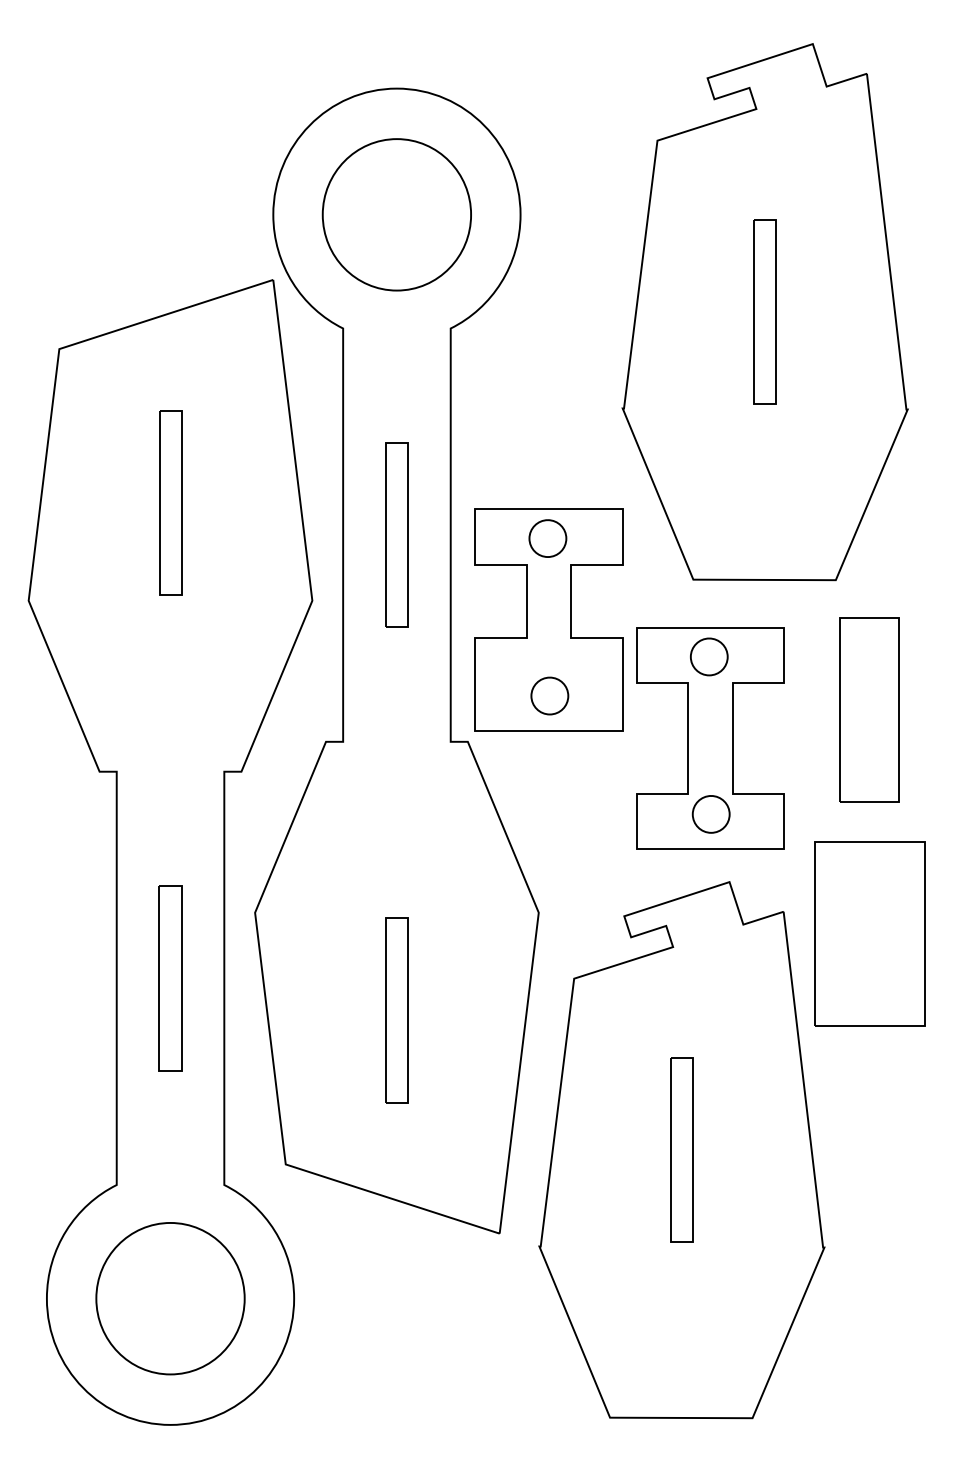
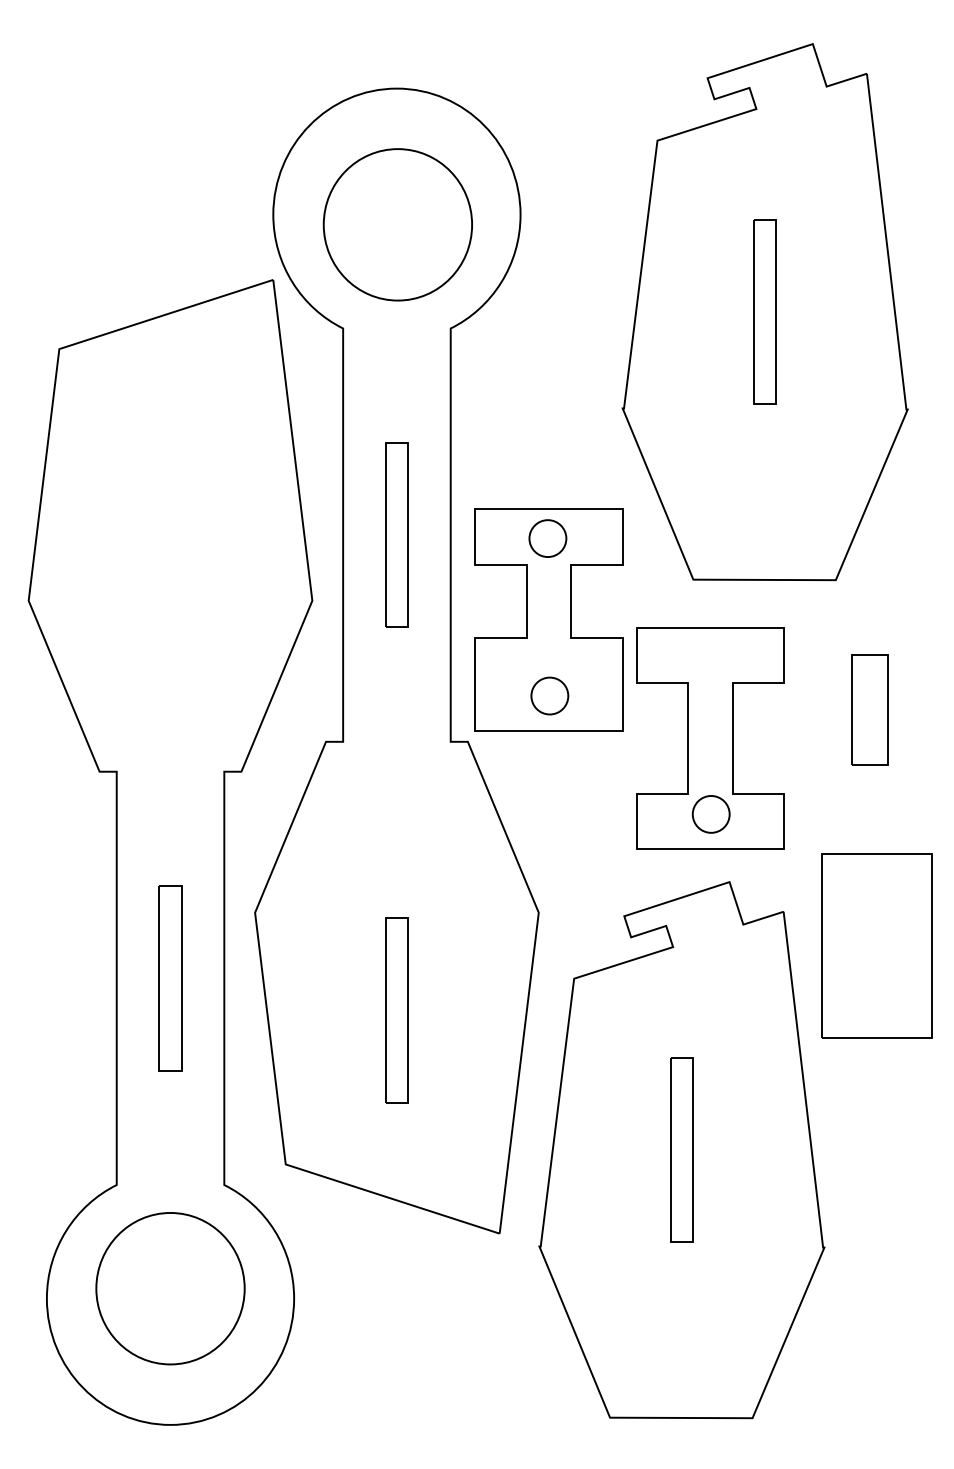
part at (396, 214) position: (396, 214) -> (397, 224)
part at (170, 502): present -> none
part at (709, 656): present -> none
part at (869, 709) size: 61x186 px -> 38x112 px
part at (869, 933) position: (869, 933) -> (876, 945)
part at (170, 1298) position: (170, 1298) -> (170, 1288)
